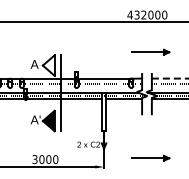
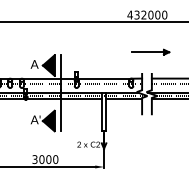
fill at (48, 65): none -> present
line at (170, 78): dashed -> solid
part at (150, 157): present -> none
